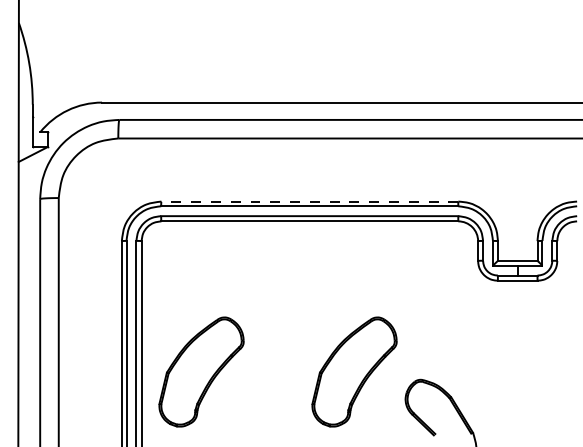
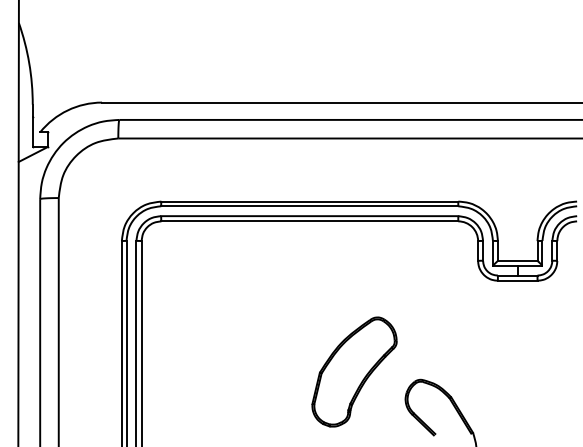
line at (309, 201): dashed -> solid
part at (201, 371): present -> none
